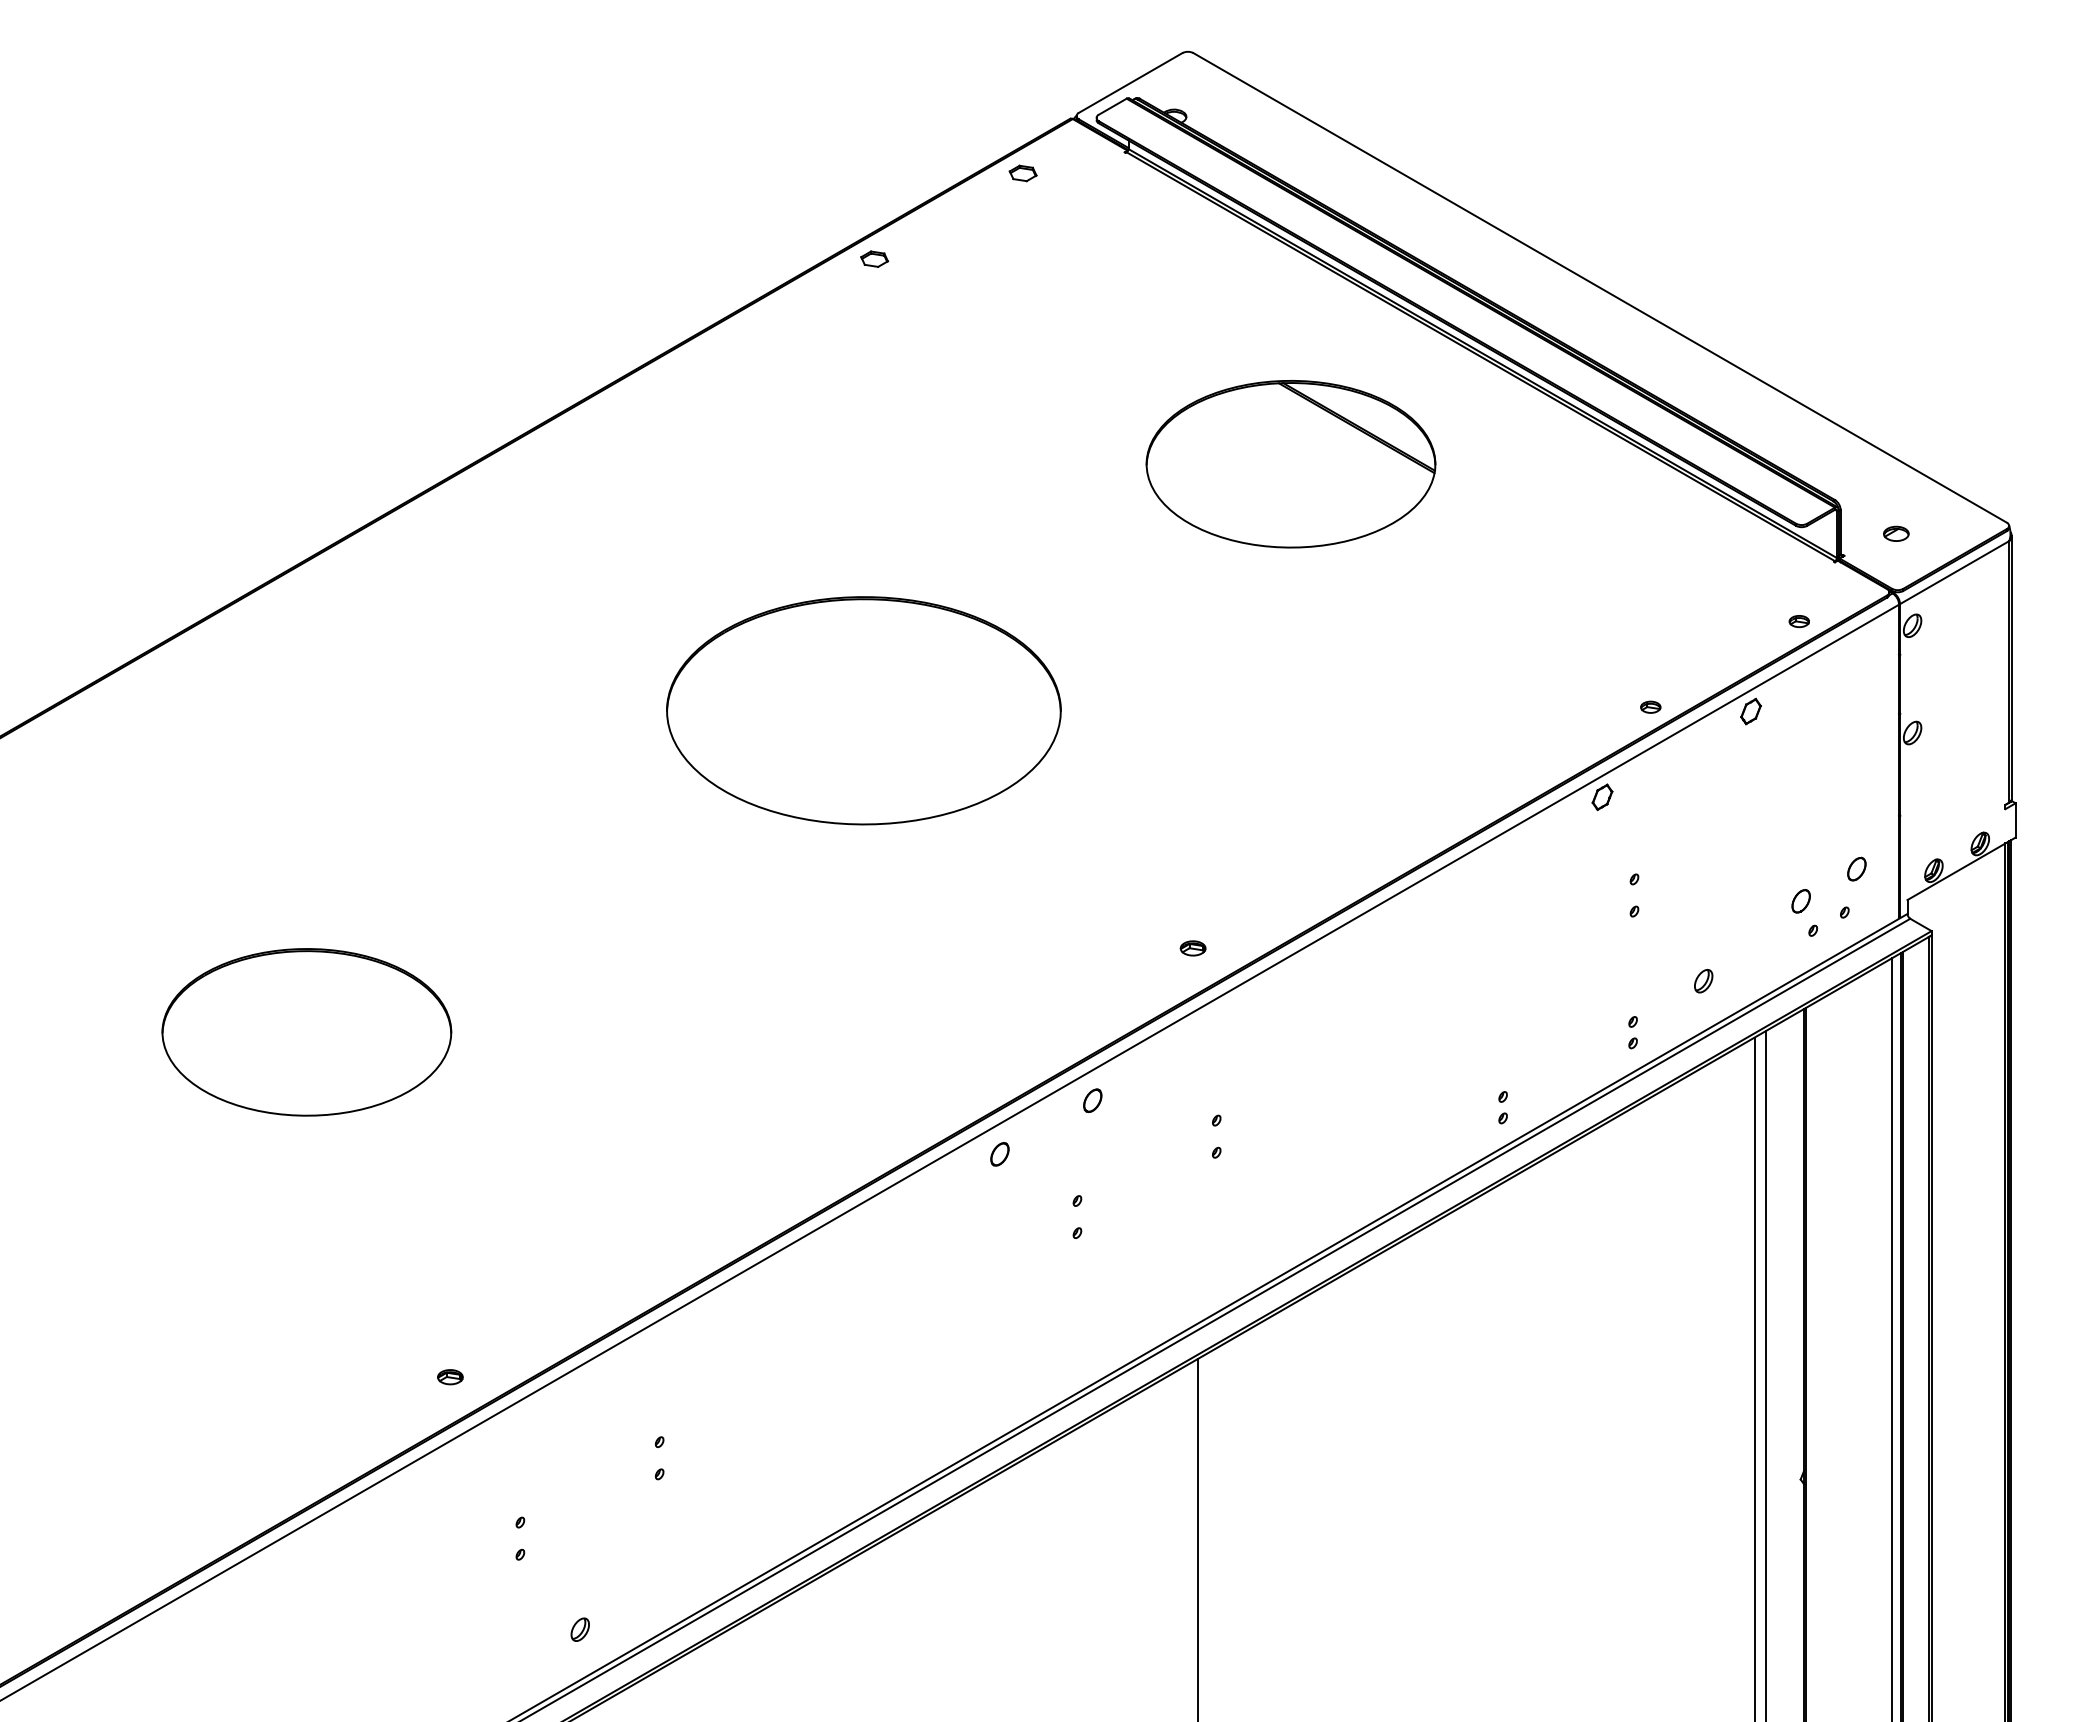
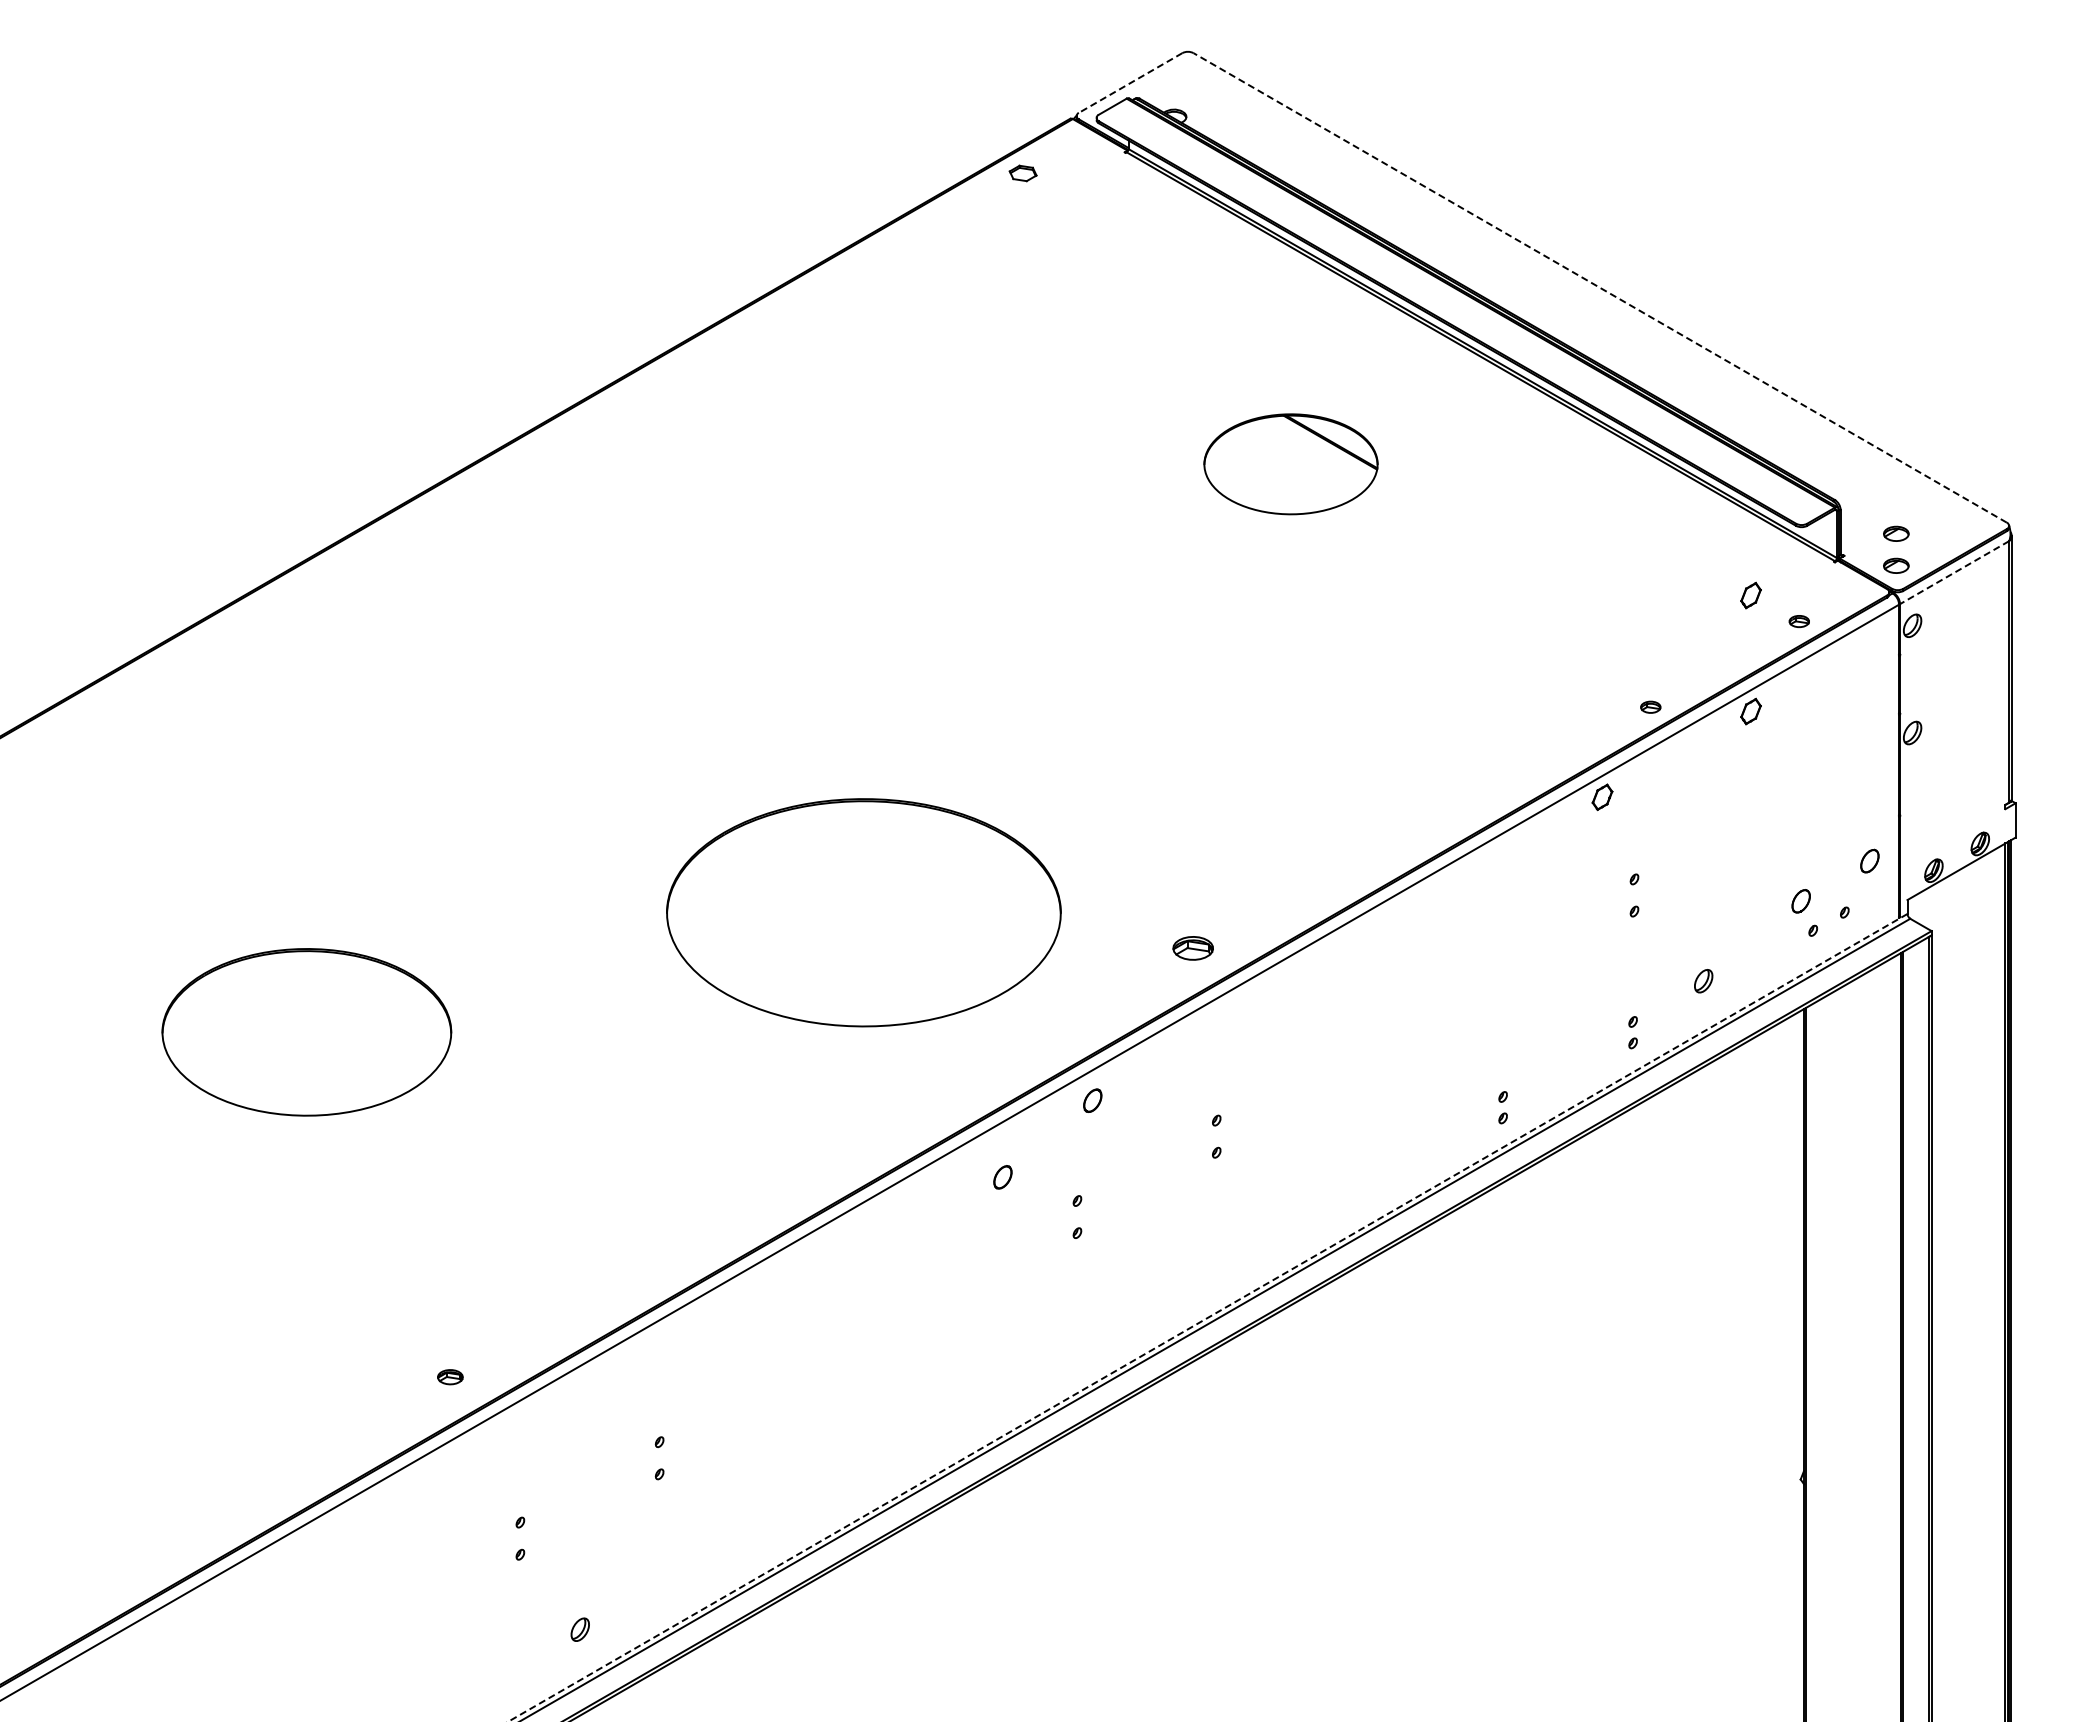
line at (1130, 83): solid -> dashed
part at (874, 258): present -> none
line at (1600, 287): solid -> dashed
part at (1290, 464) size: 292x169 px -> 176x103 px
part at (1896, 565): none -> present
line at (1954, 572): solid -> dashed
part at (1750, 595): none -> present
part at (863, 710) position: (863, 710) -> (863, 912)
part at (1856, 868) position: (1856, 868) -> (1869, 860)
part at (1192, 948) size: 28x17 px -> 42x25 px
part at (999, 1154) position: (999, 1154) -> (1002, 1177)
line at (1207, 1317): solid -> dashed
line at (1891, 1338): present -> none
line at (1765, 1374): present -> none
line at (1754, 1377): present -> none
line at (1197, 1538): present -> none
